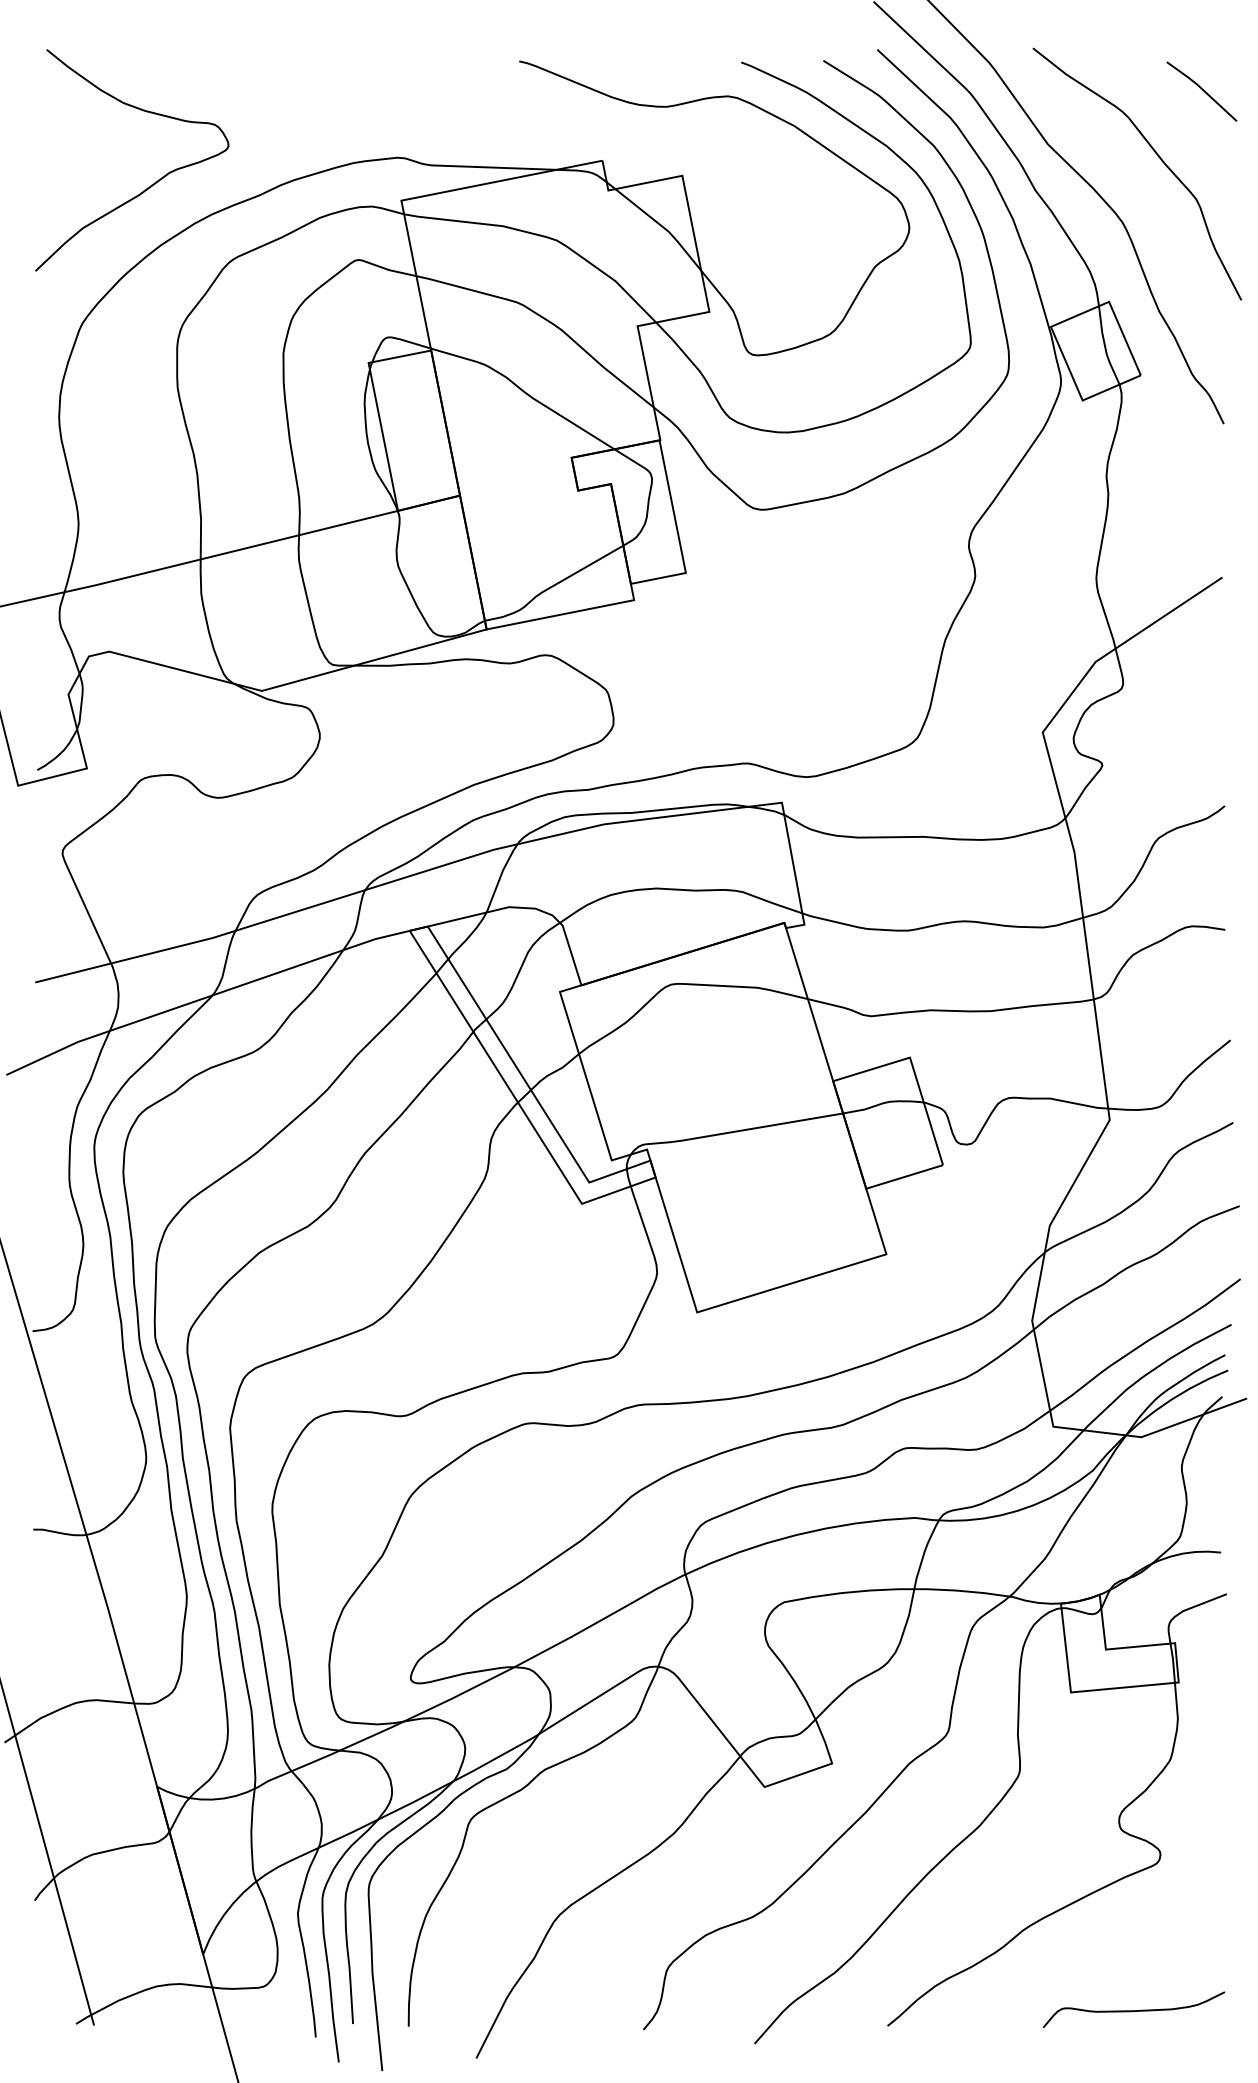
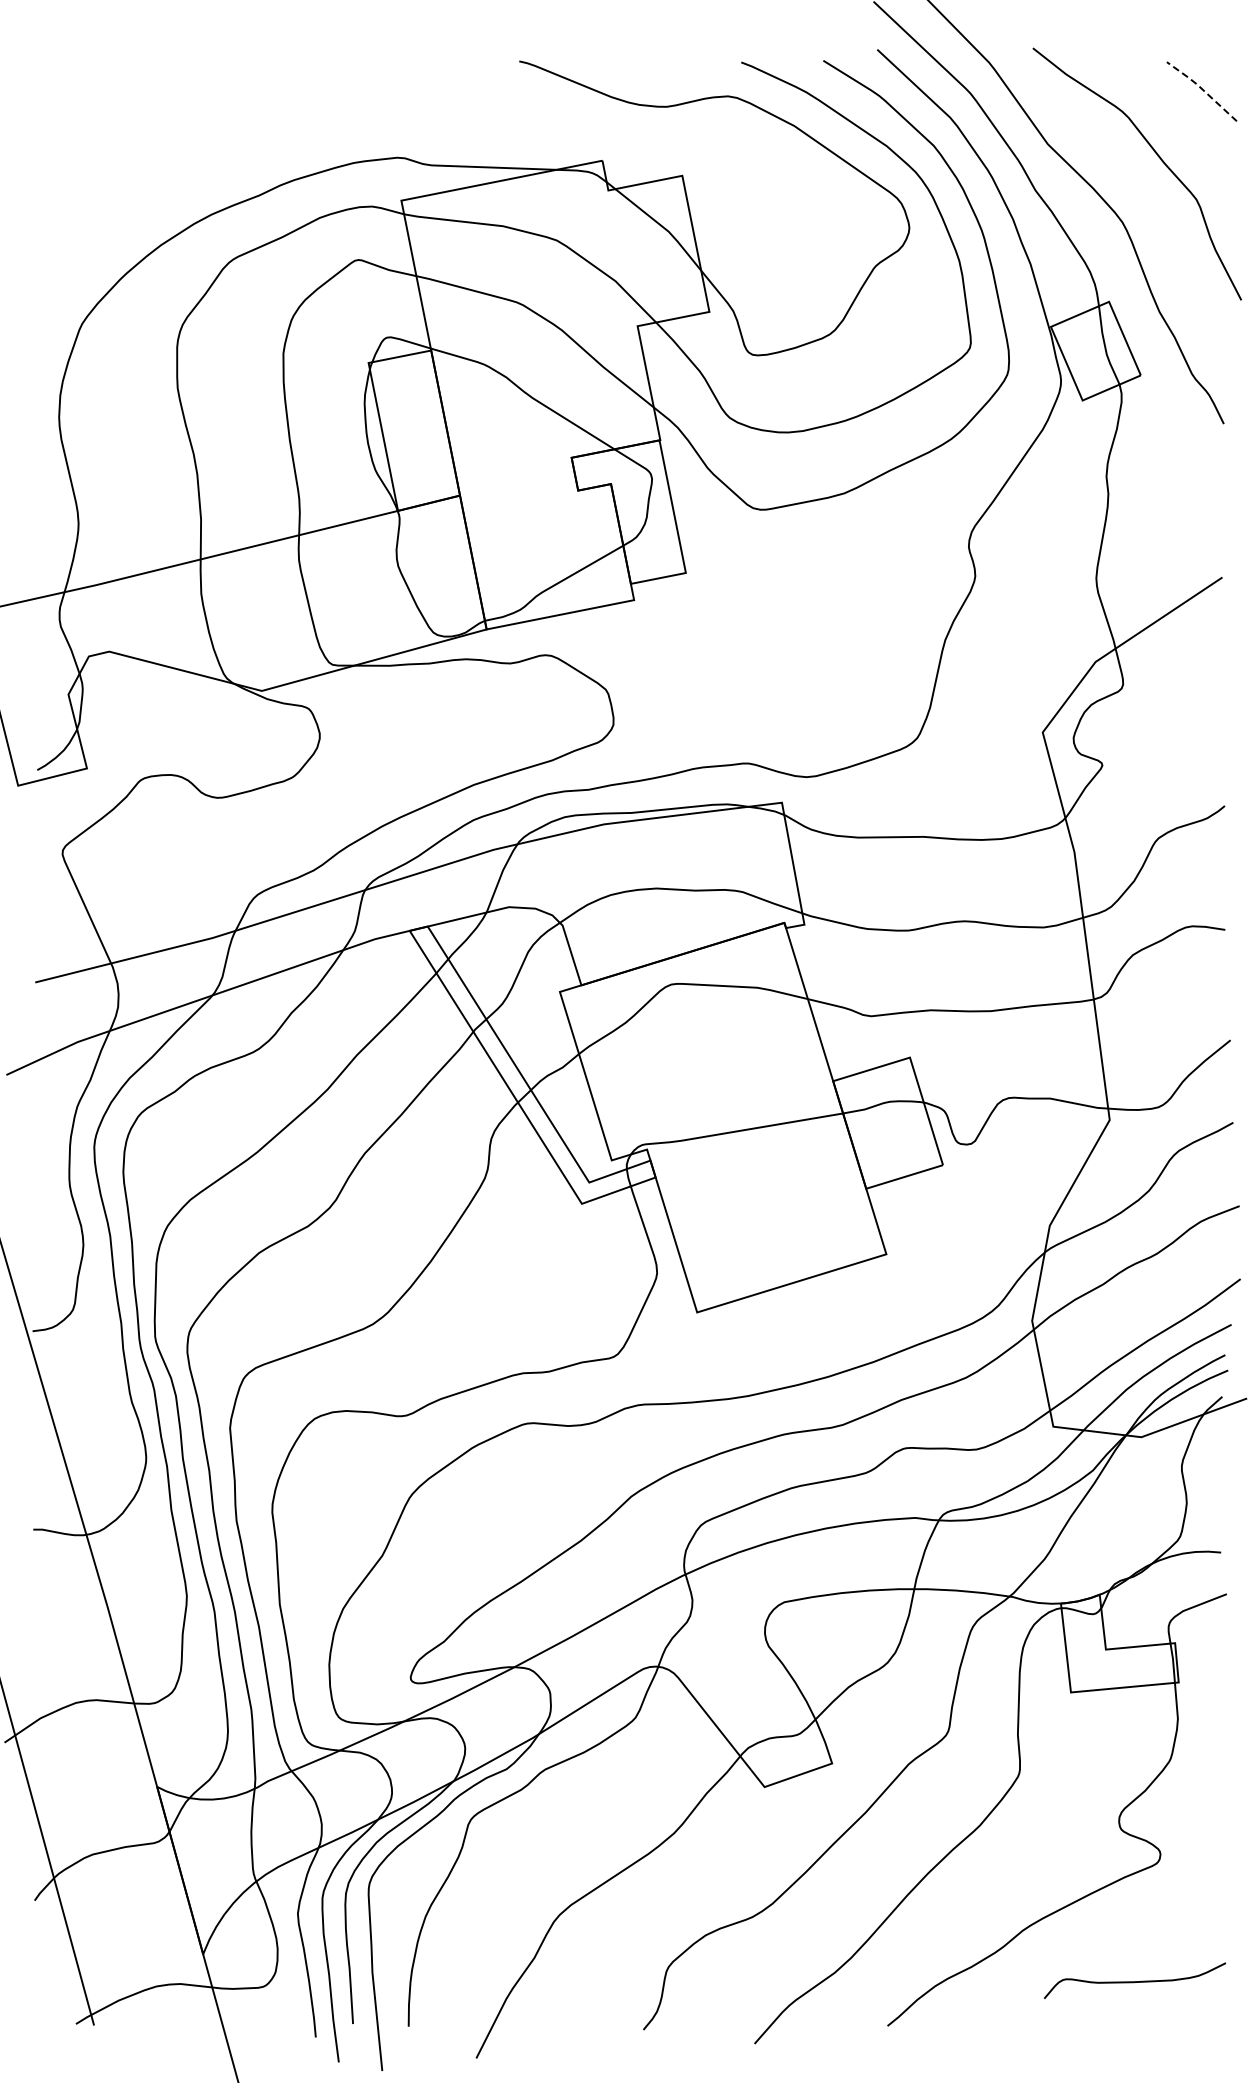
line at (1202, 89): solid -> dashed
curve at (151, 184): present -> none
curve at (1134, 2010) position: (1134, 2010) -> (1135, 1981)
